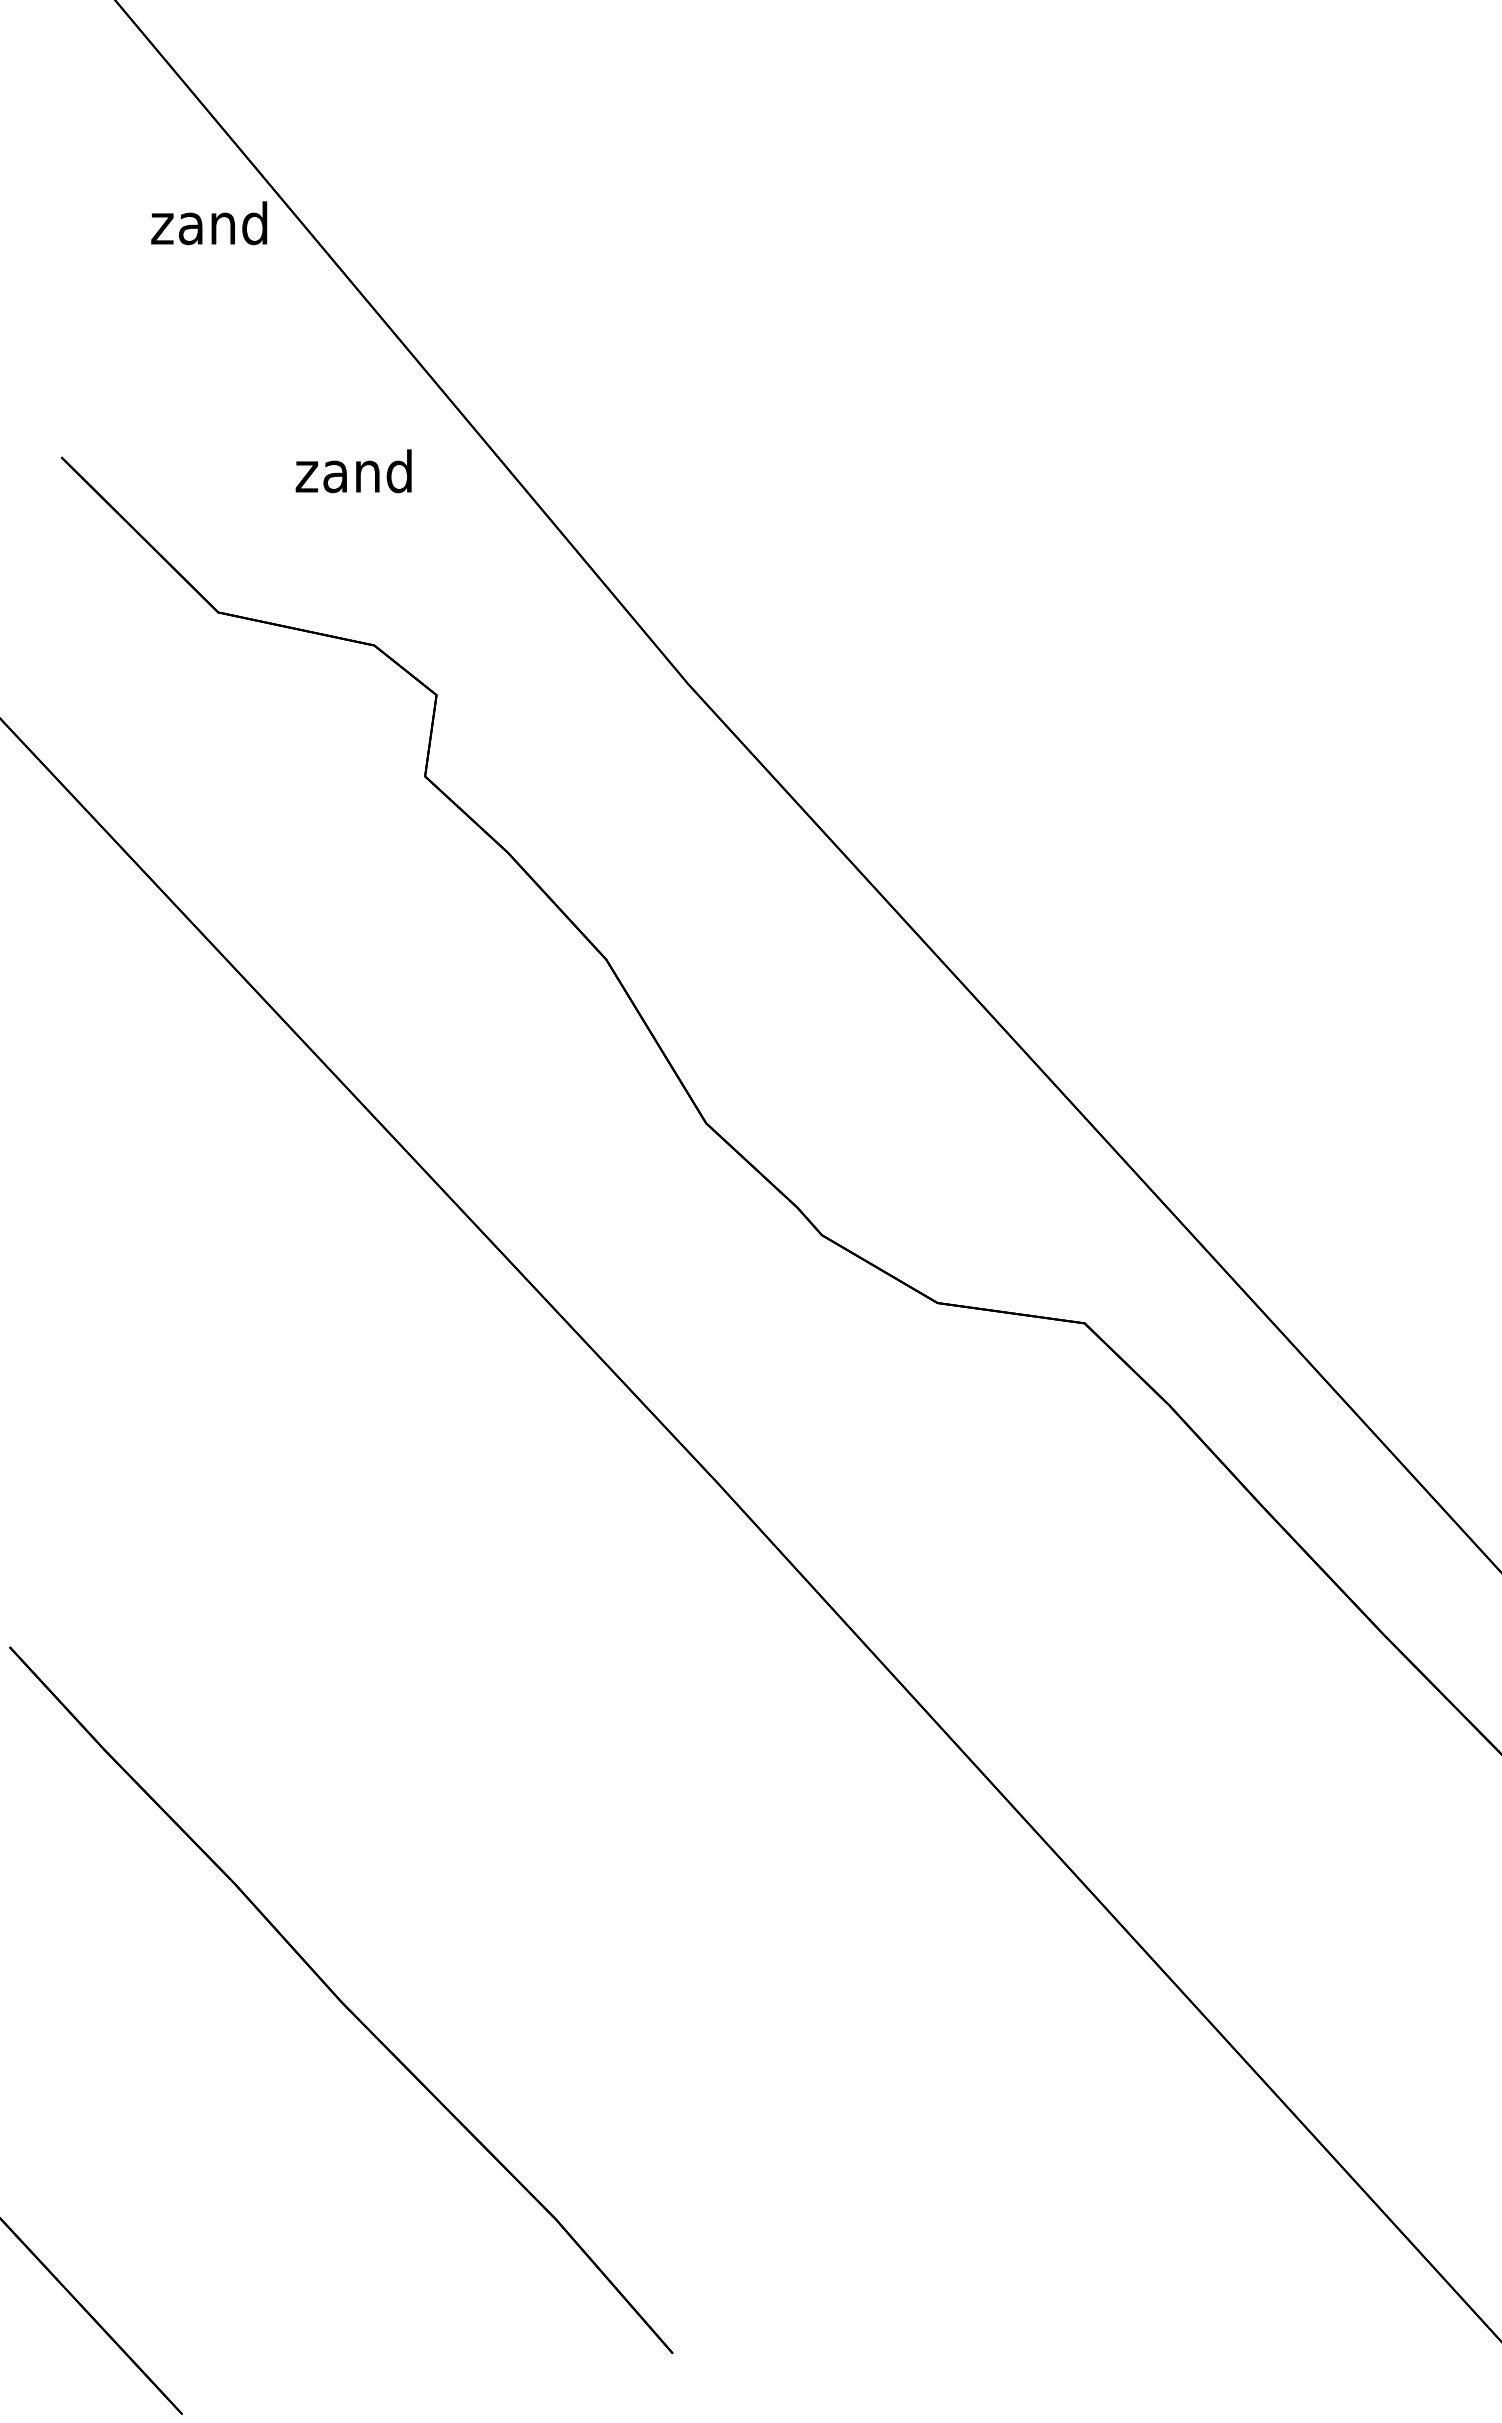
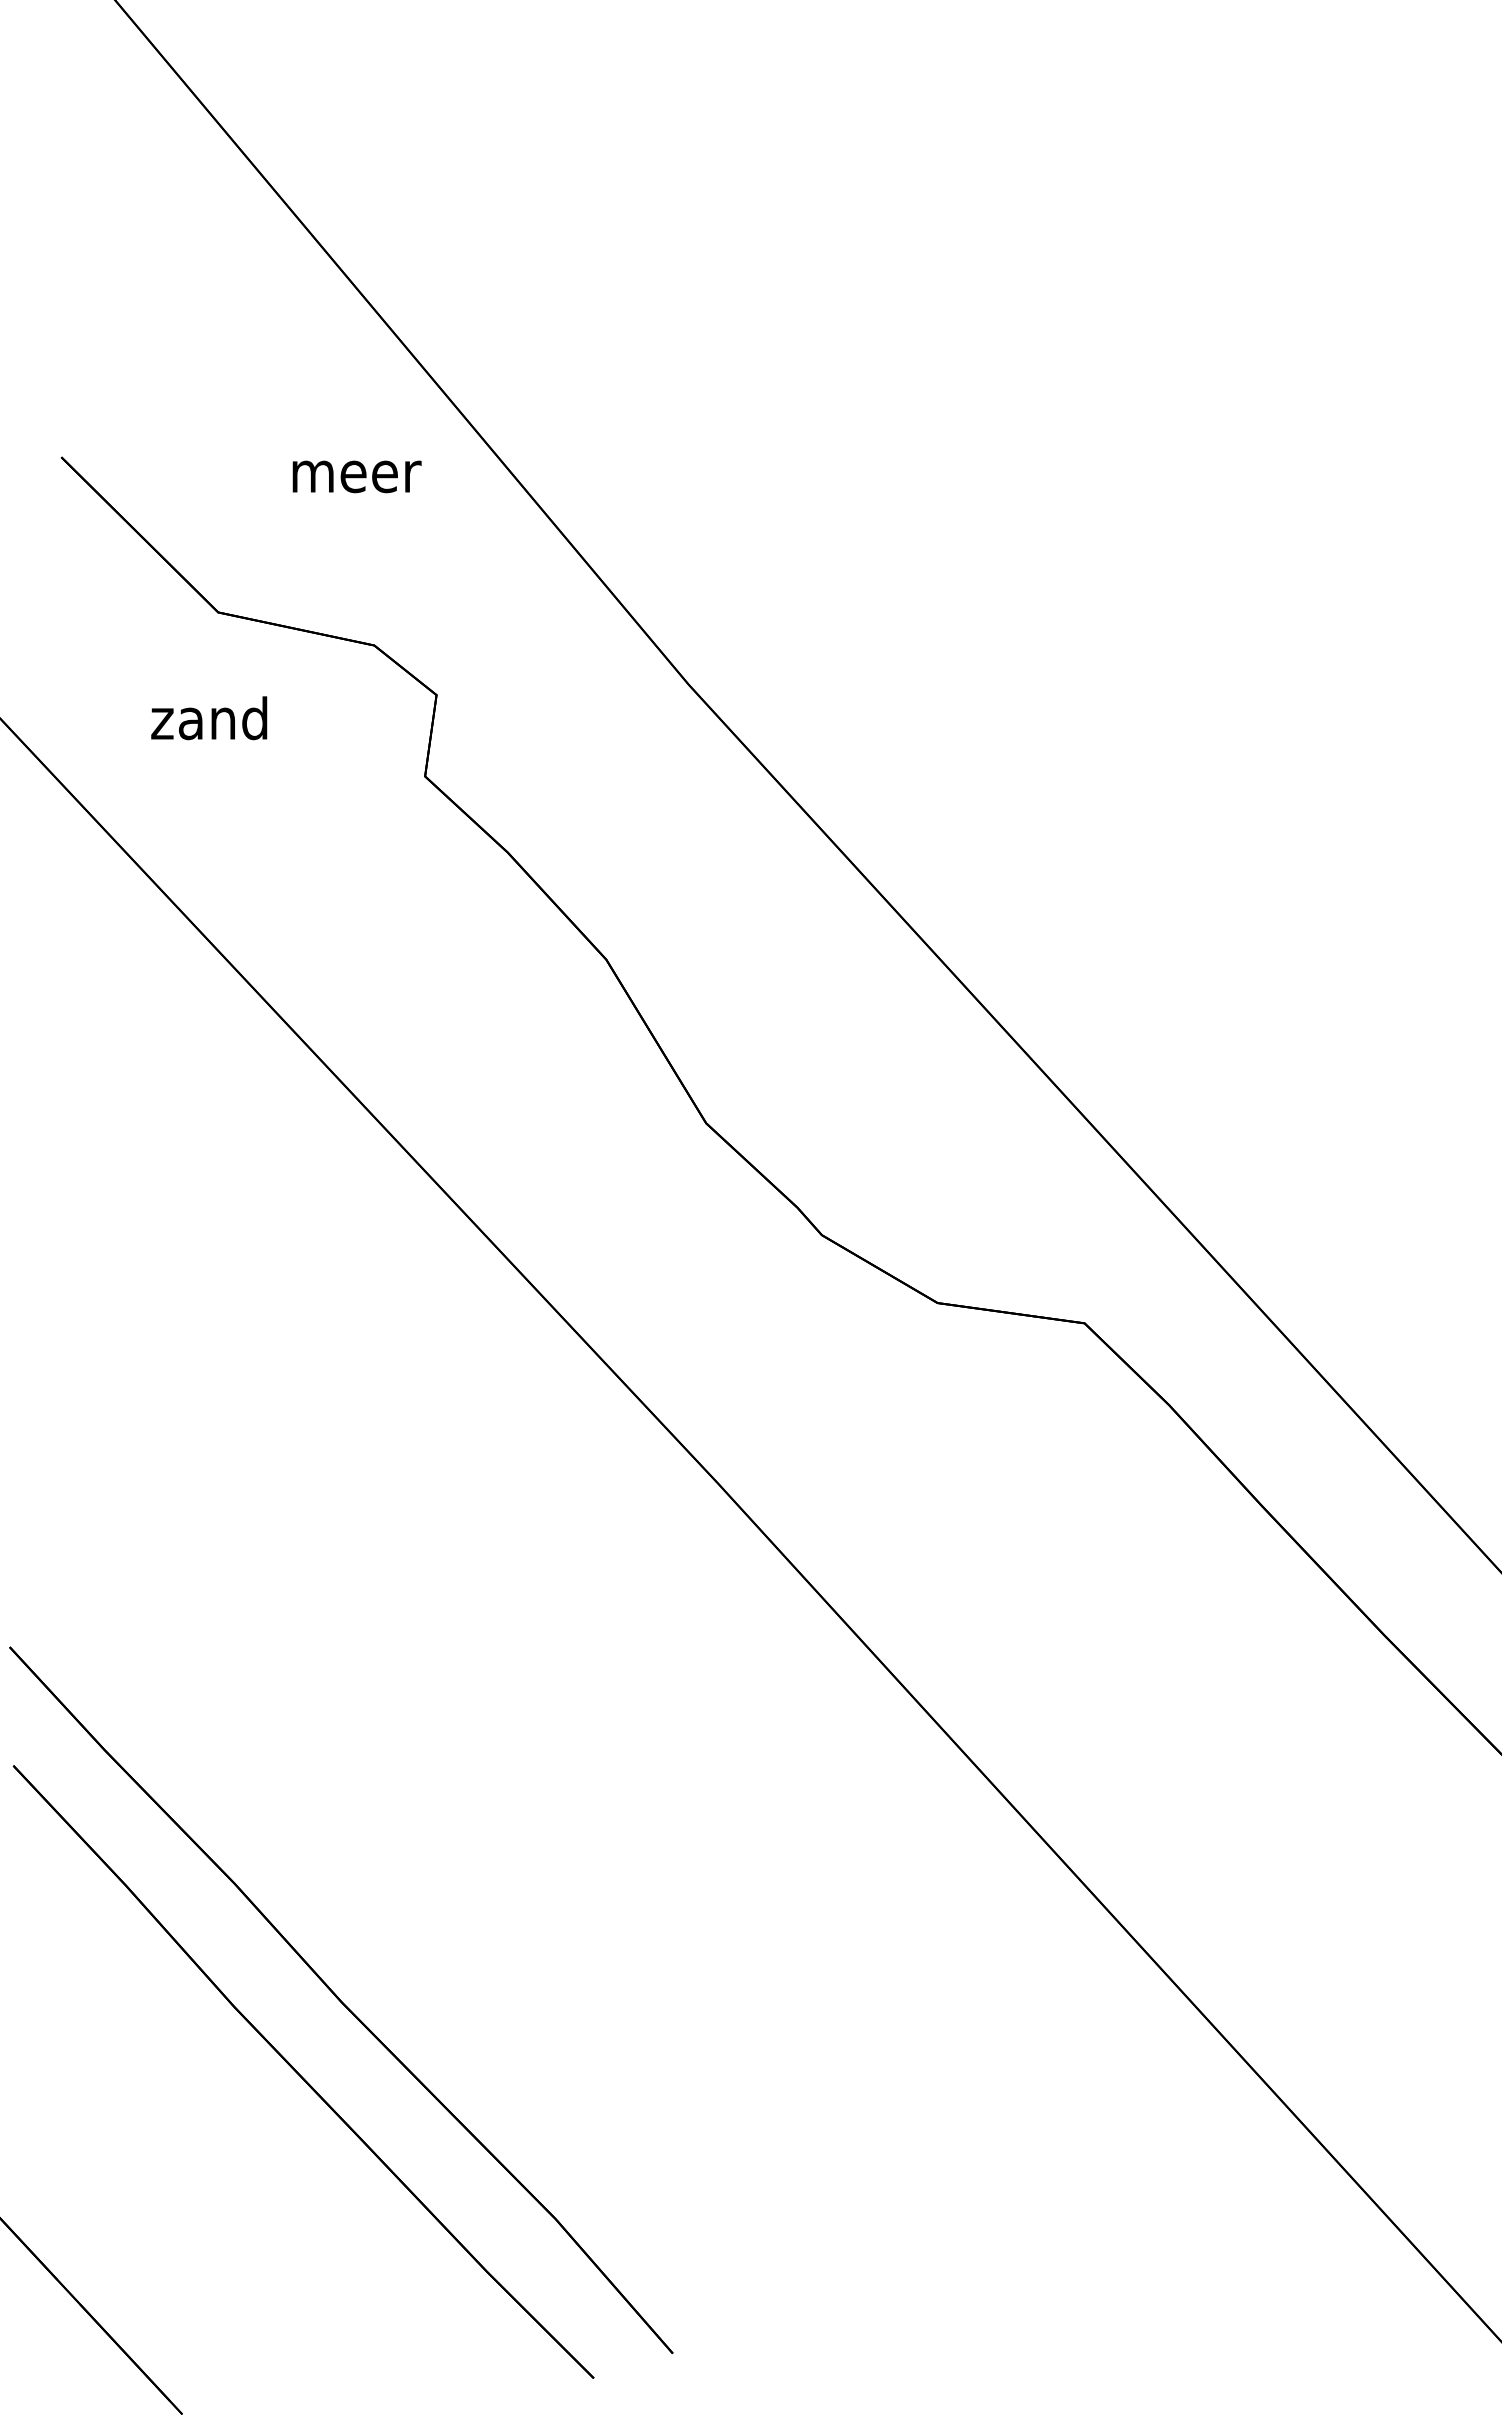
text at (209, 223) position: (209, 223) -> (209, 718)
text at (356, 471): zand -> meer
part at (303, 2071): none -> present
